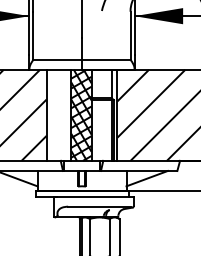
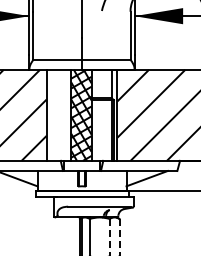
line at (109, 237): solid -> dashed
line at (119, 237): solid -> dashed
